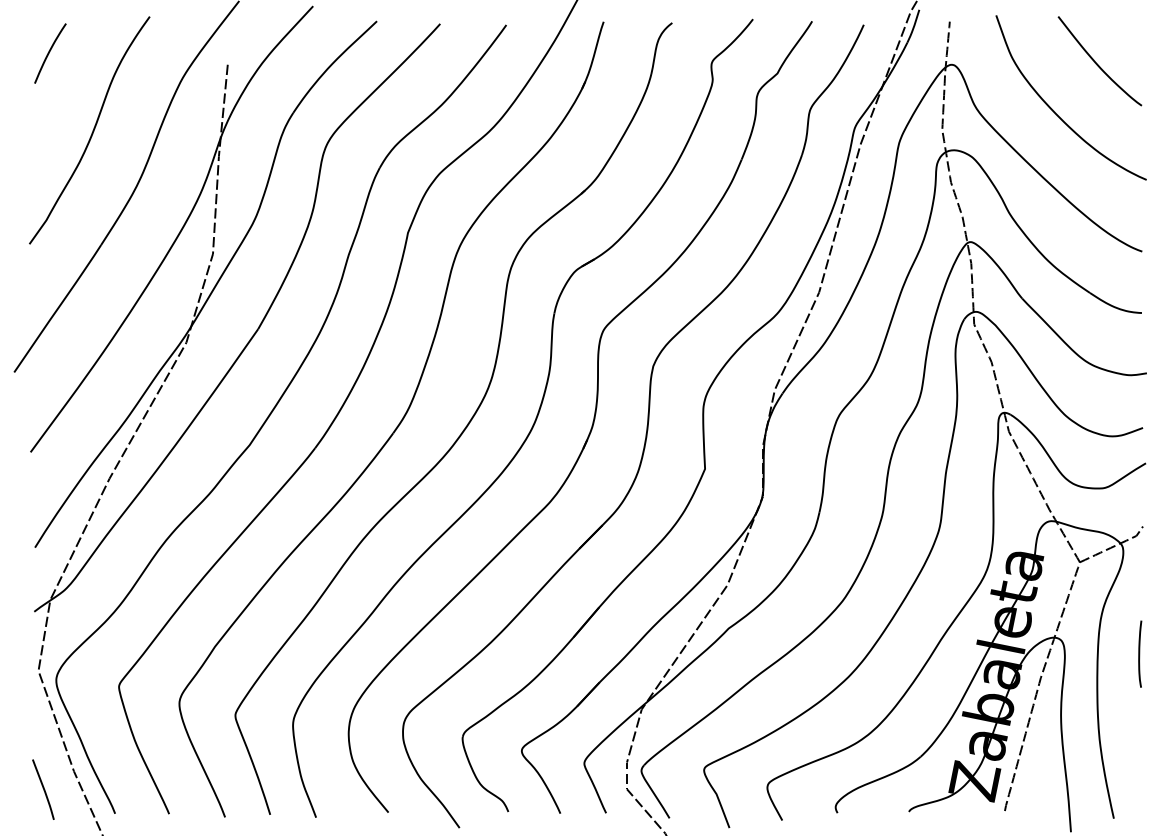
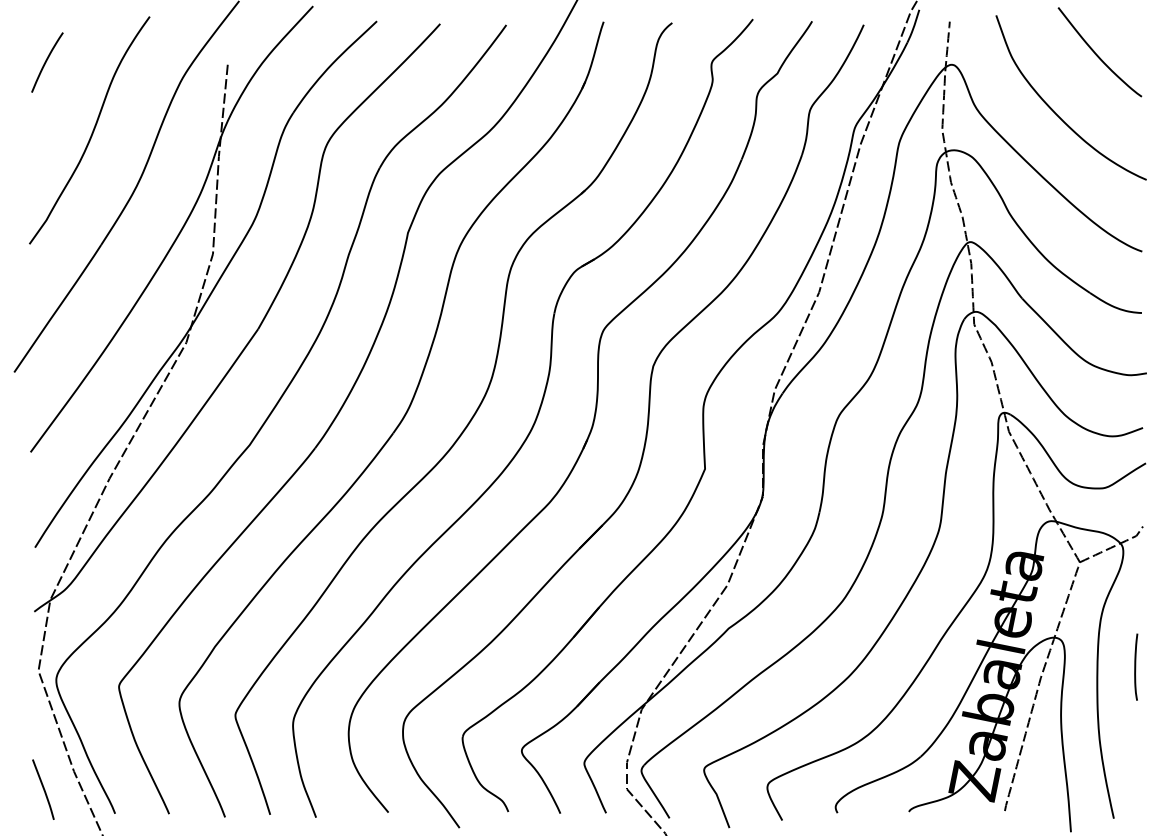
curve at (49, 53) position: (49, 53) -> (46, 62)
curve at (1097, 63) position: (1097, 63) -> (1097, 54)
curve at (1140, 653) position: (1140, 653) -> (1136, 666)
